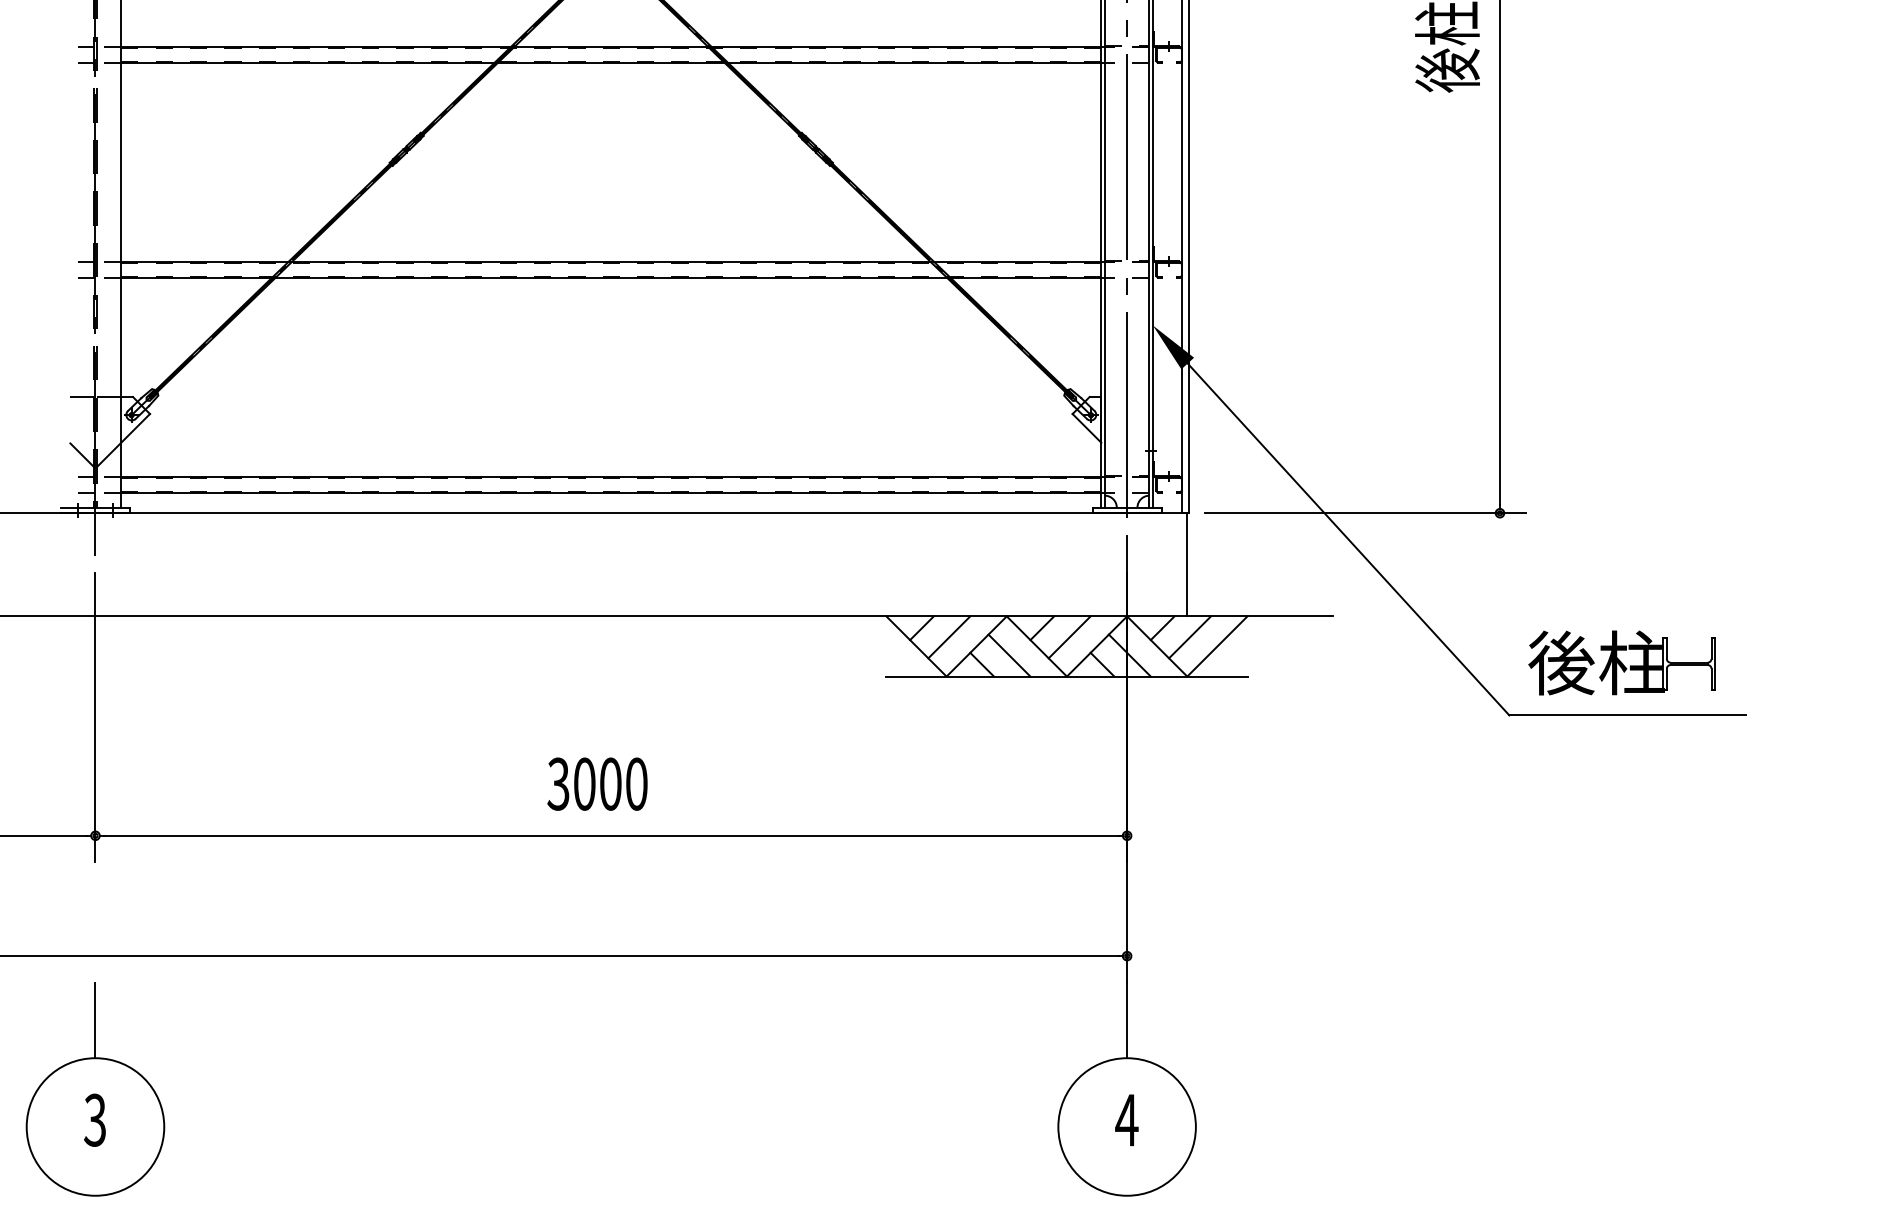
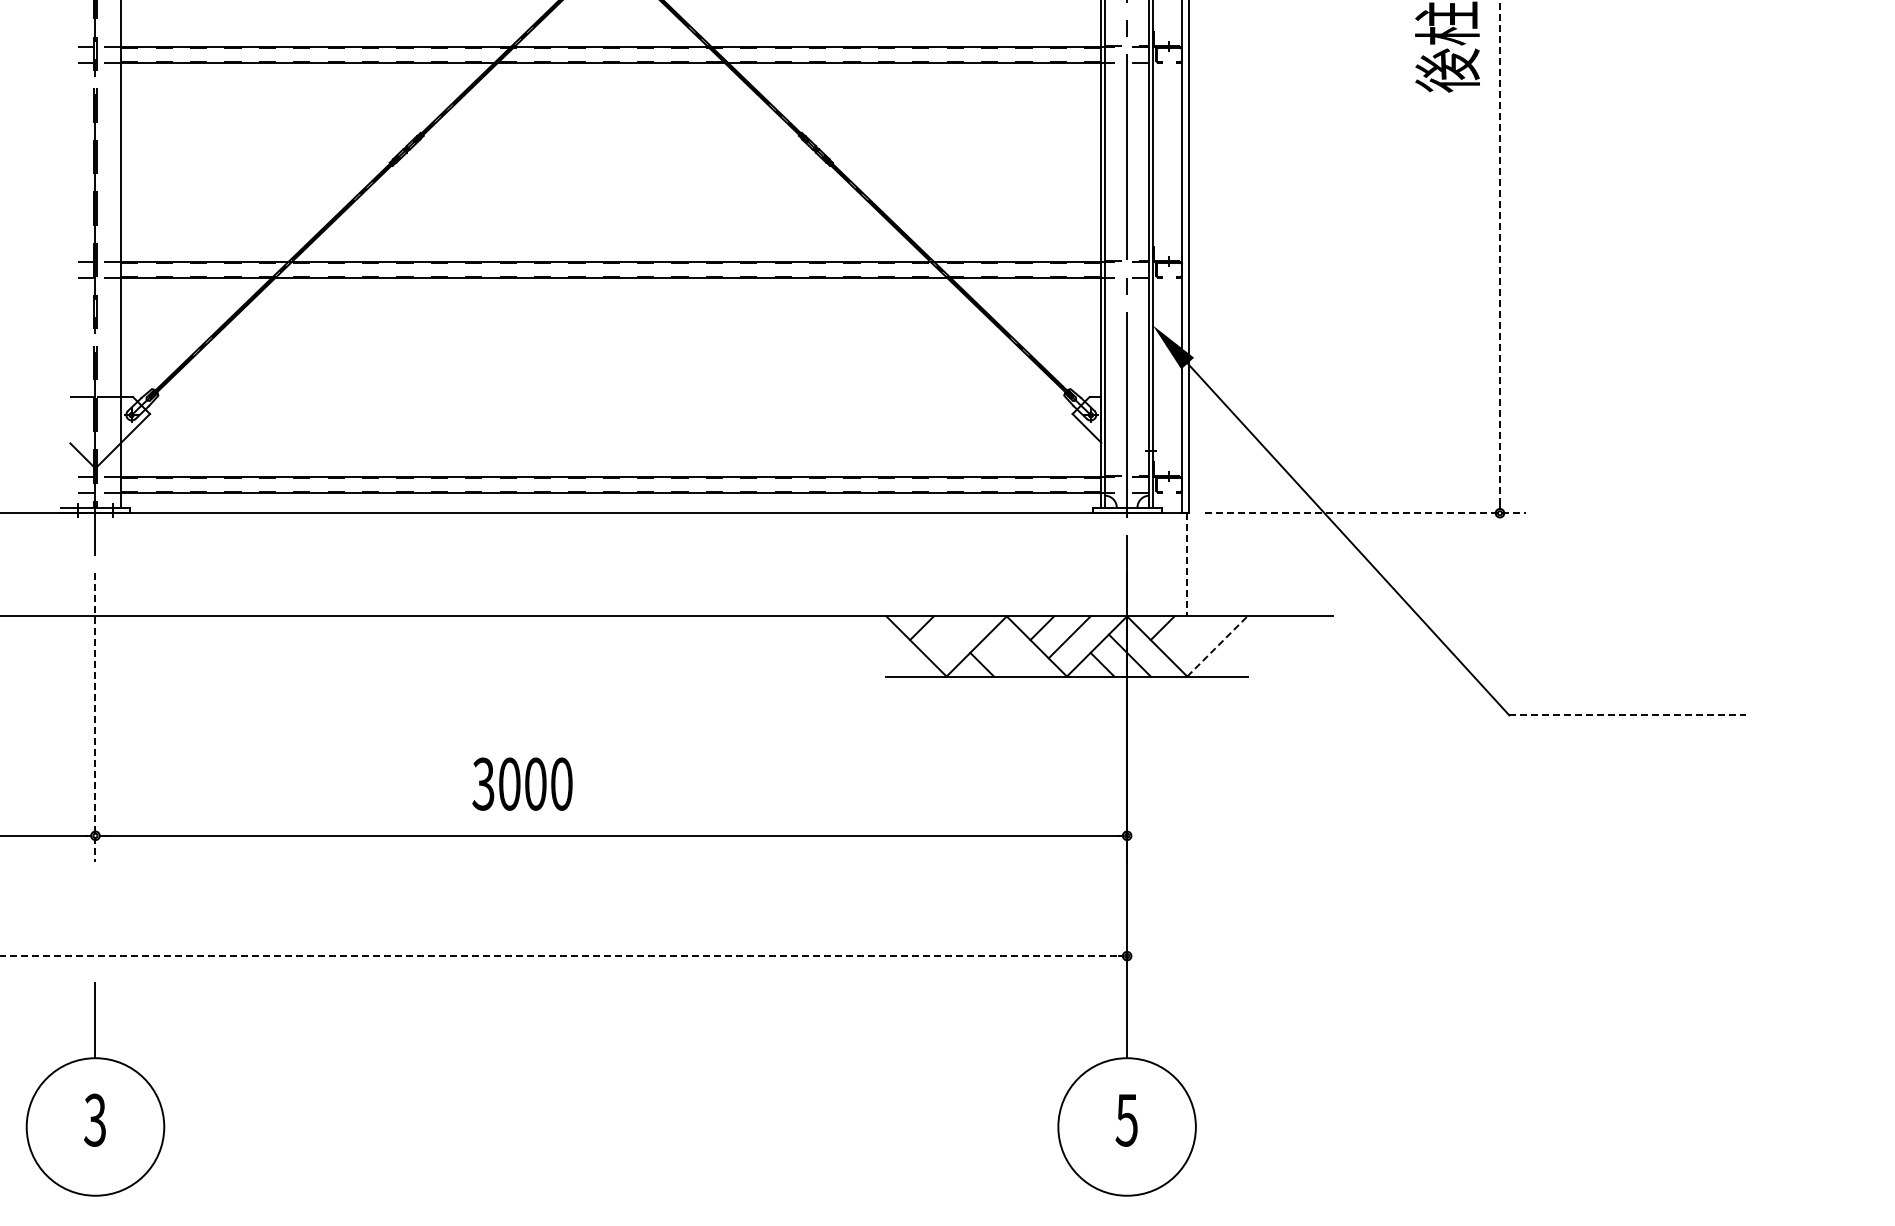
line at (1499, 251): solid -> dashed
line at (1365, 513): solid -> dashed
line at (1187, 564): solid -> dashed
line at (949, 637): present -> none
line at (1190, 637): present -> none
line at (1217, 646): solid -> dashed
line at (1009, 655): present -> none
part at (1621, 662): present -> none
line at (1628, 715): solid -> dashed
line at (95, 718): solid -> dashed
text at (597, 783) position: (597, 783) -> (522, 783)
line at (559, 956): solid -> dashed
text at (1126, 1120): 4 -> 5
